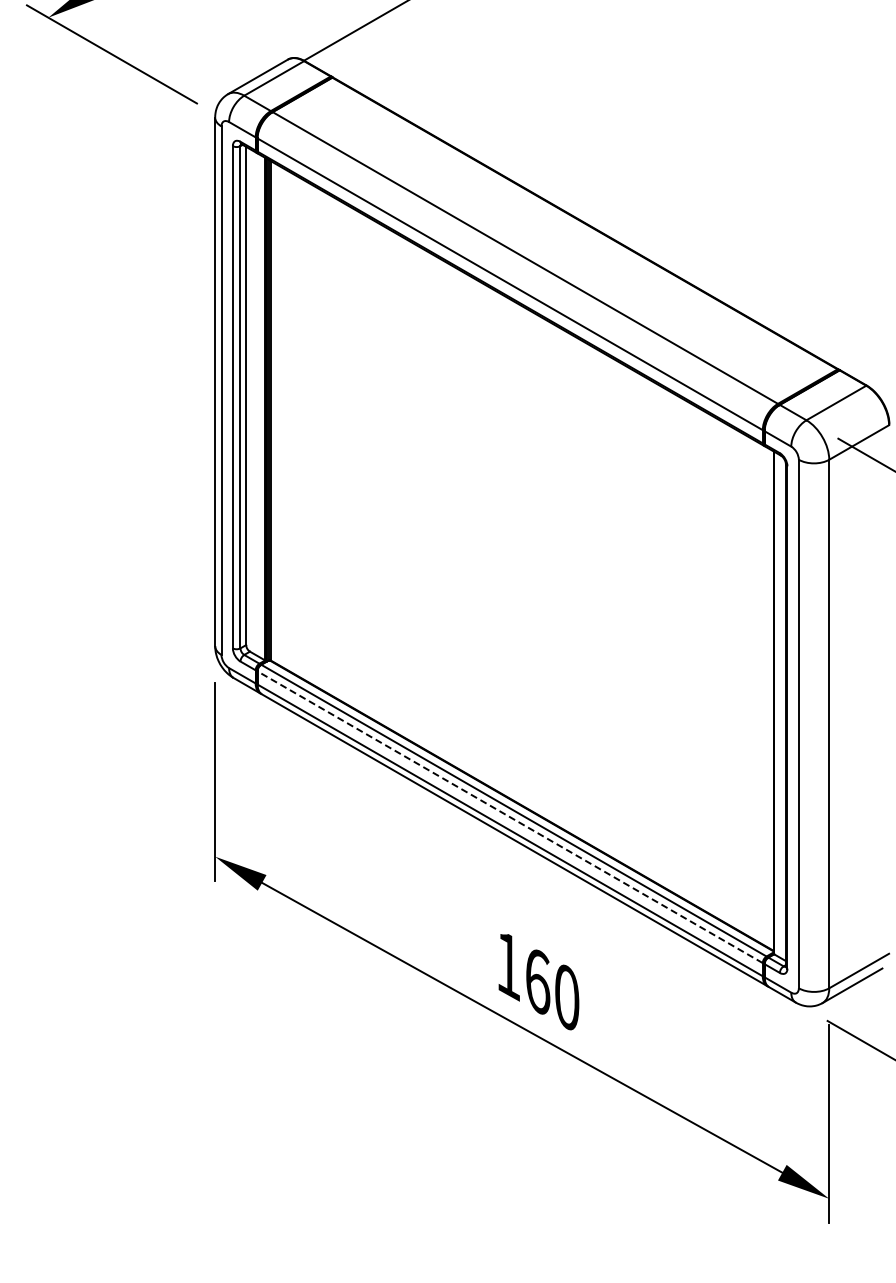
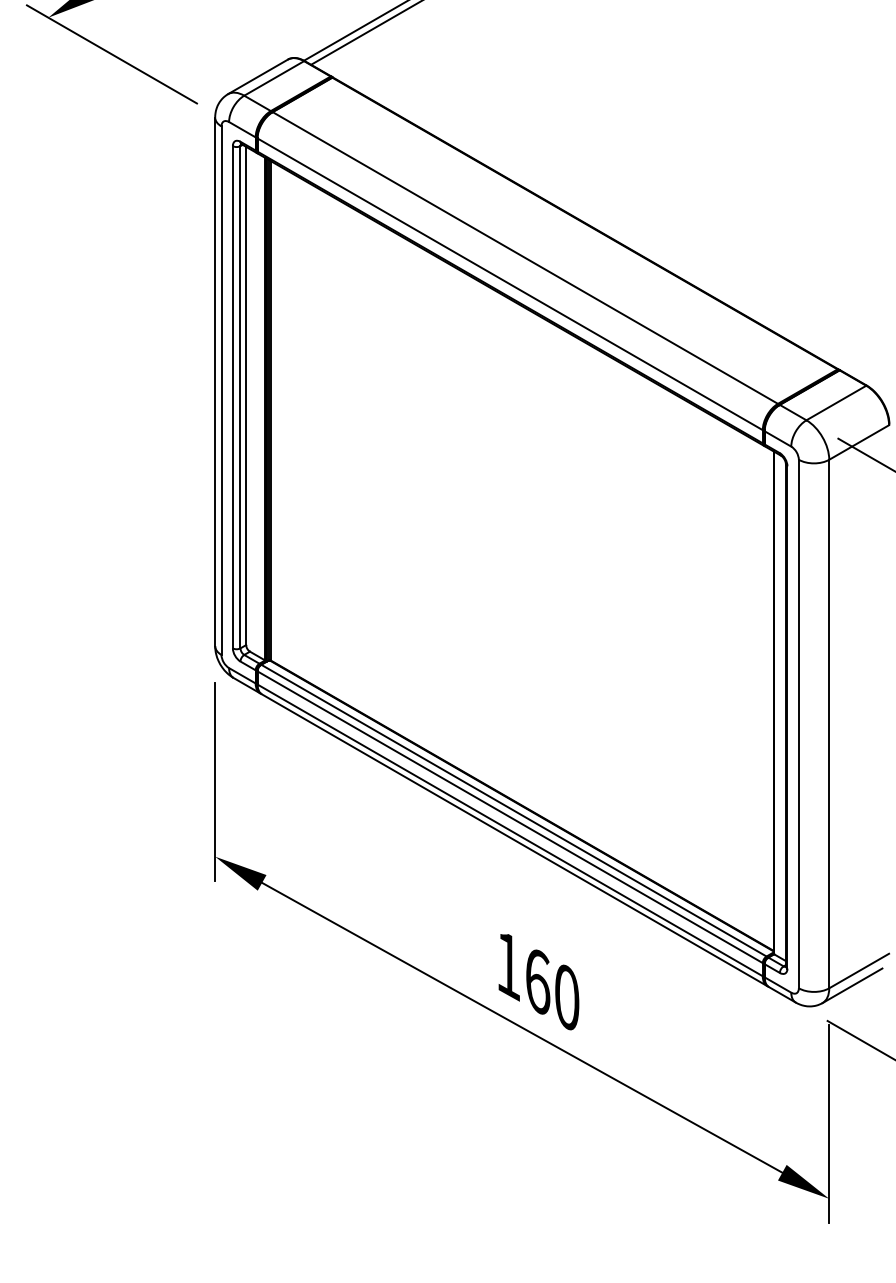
line at (365, 33): none -> present
line at (510, 817): dashed -> solid
